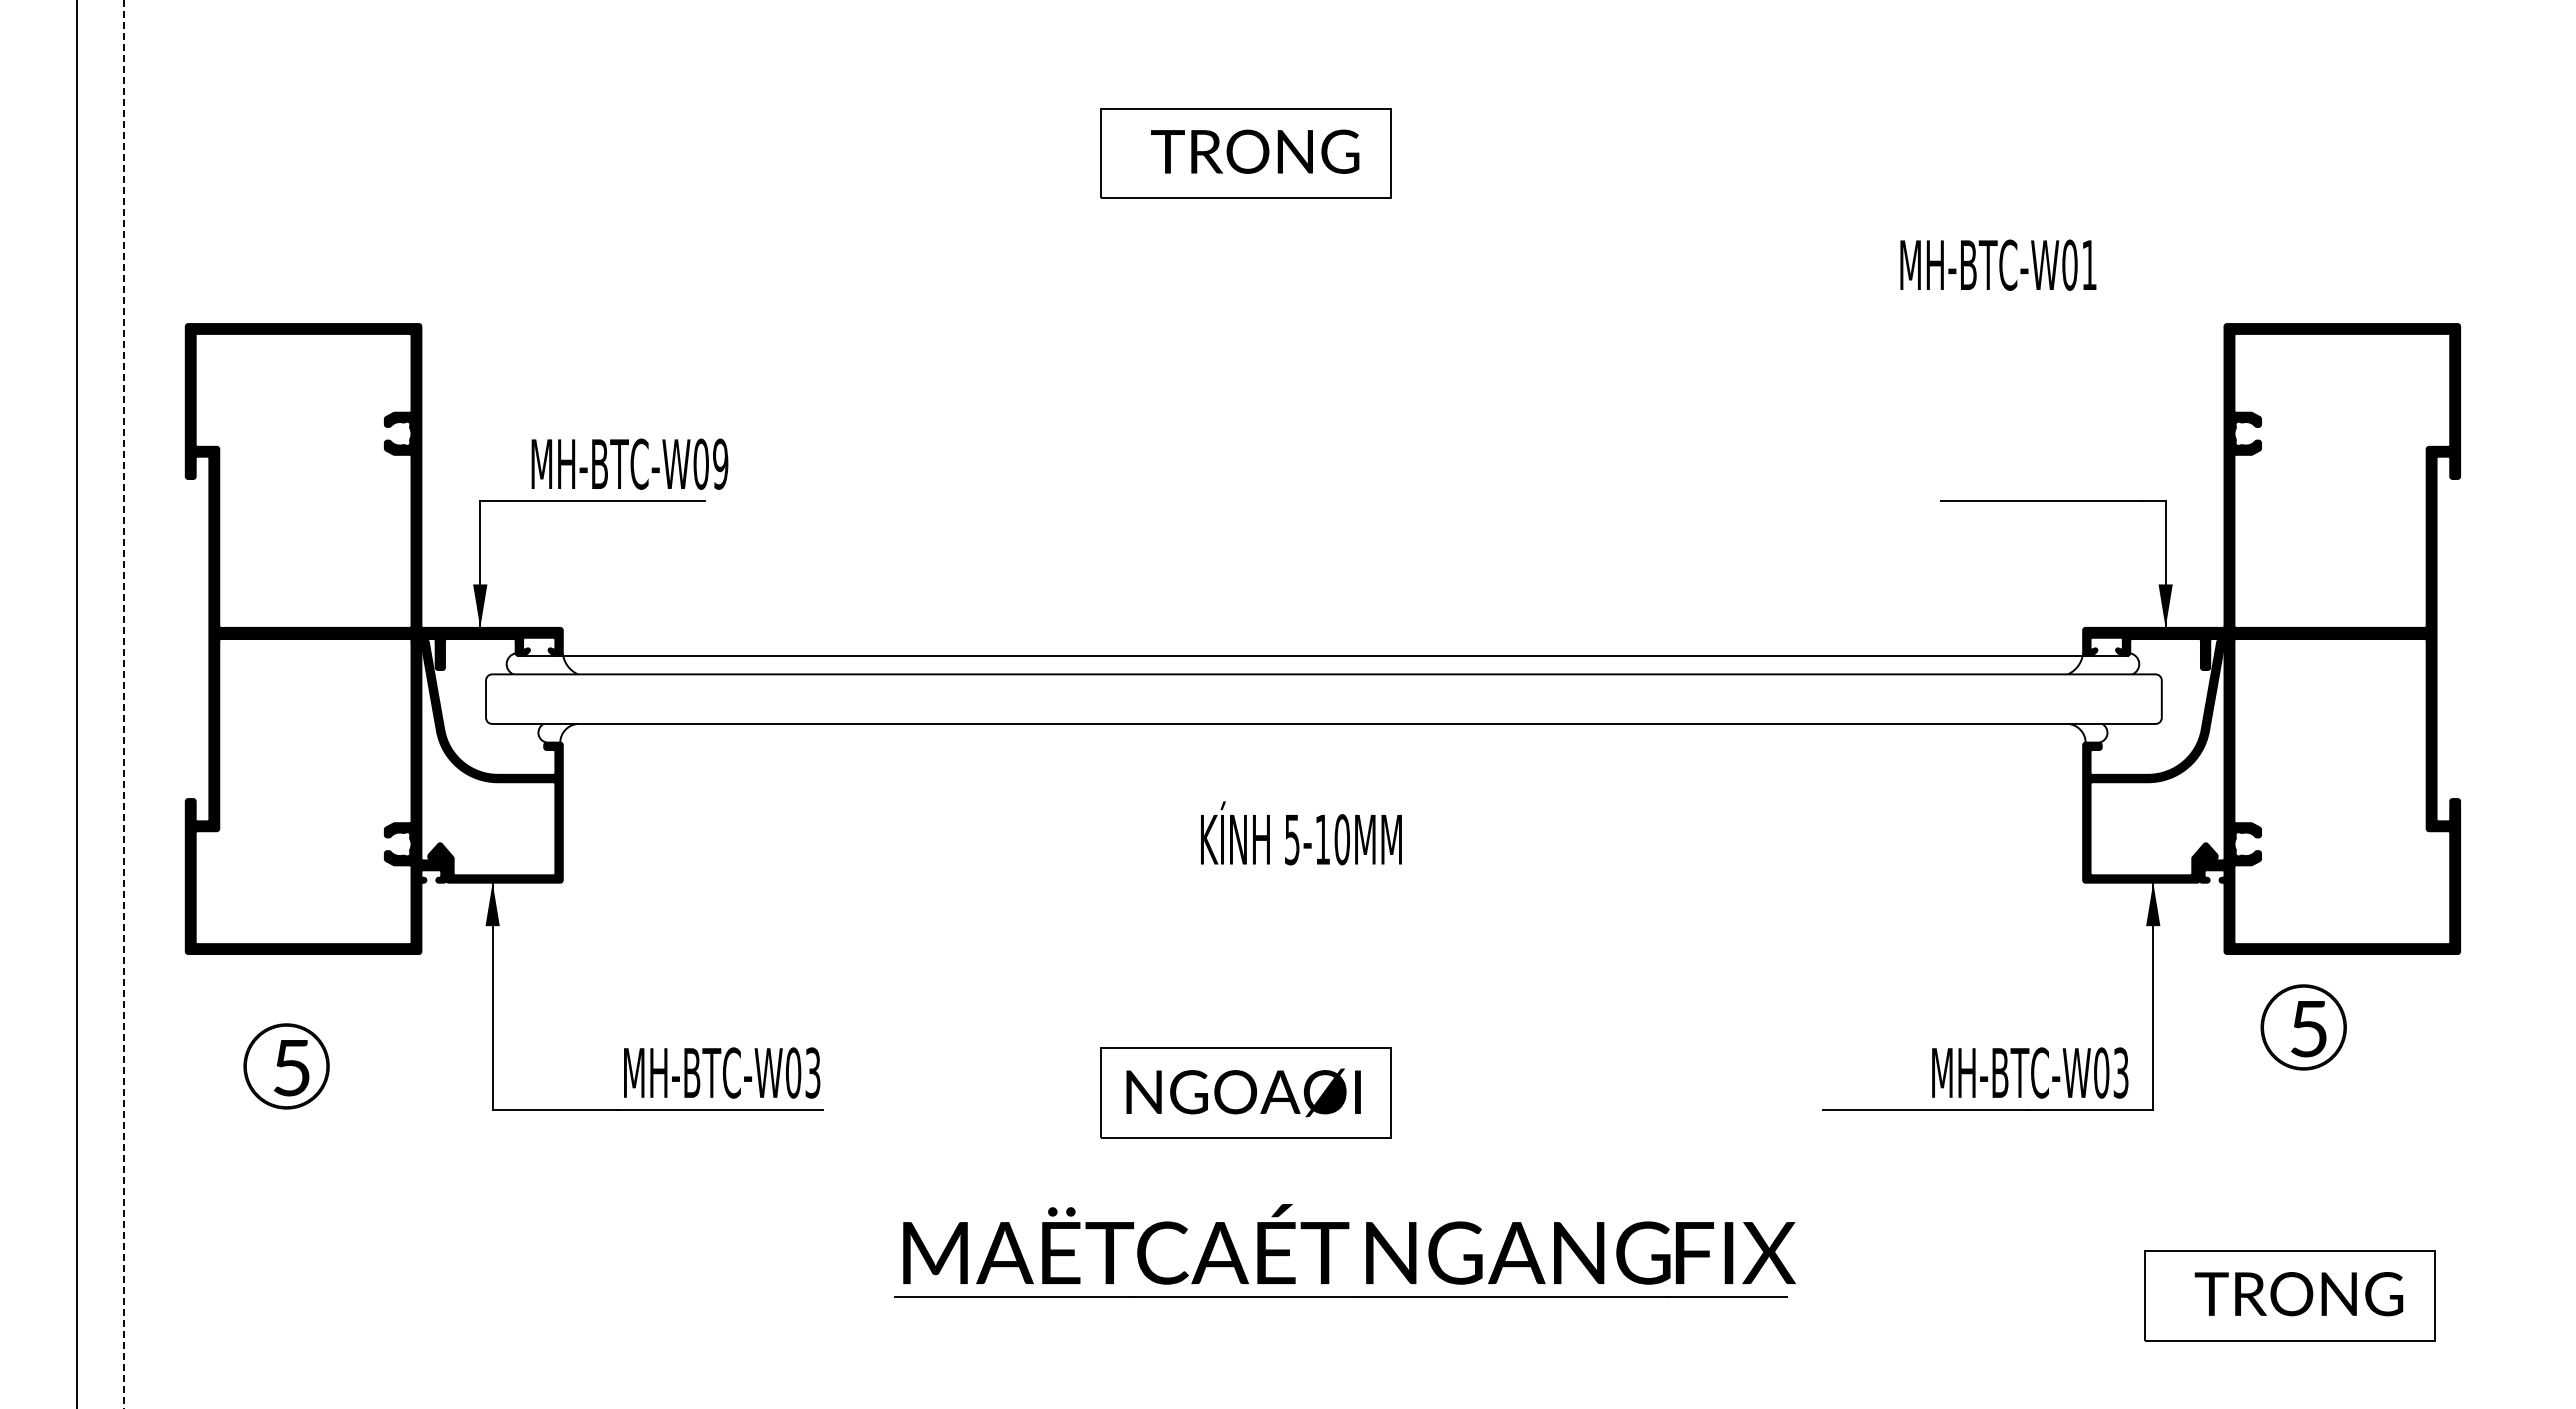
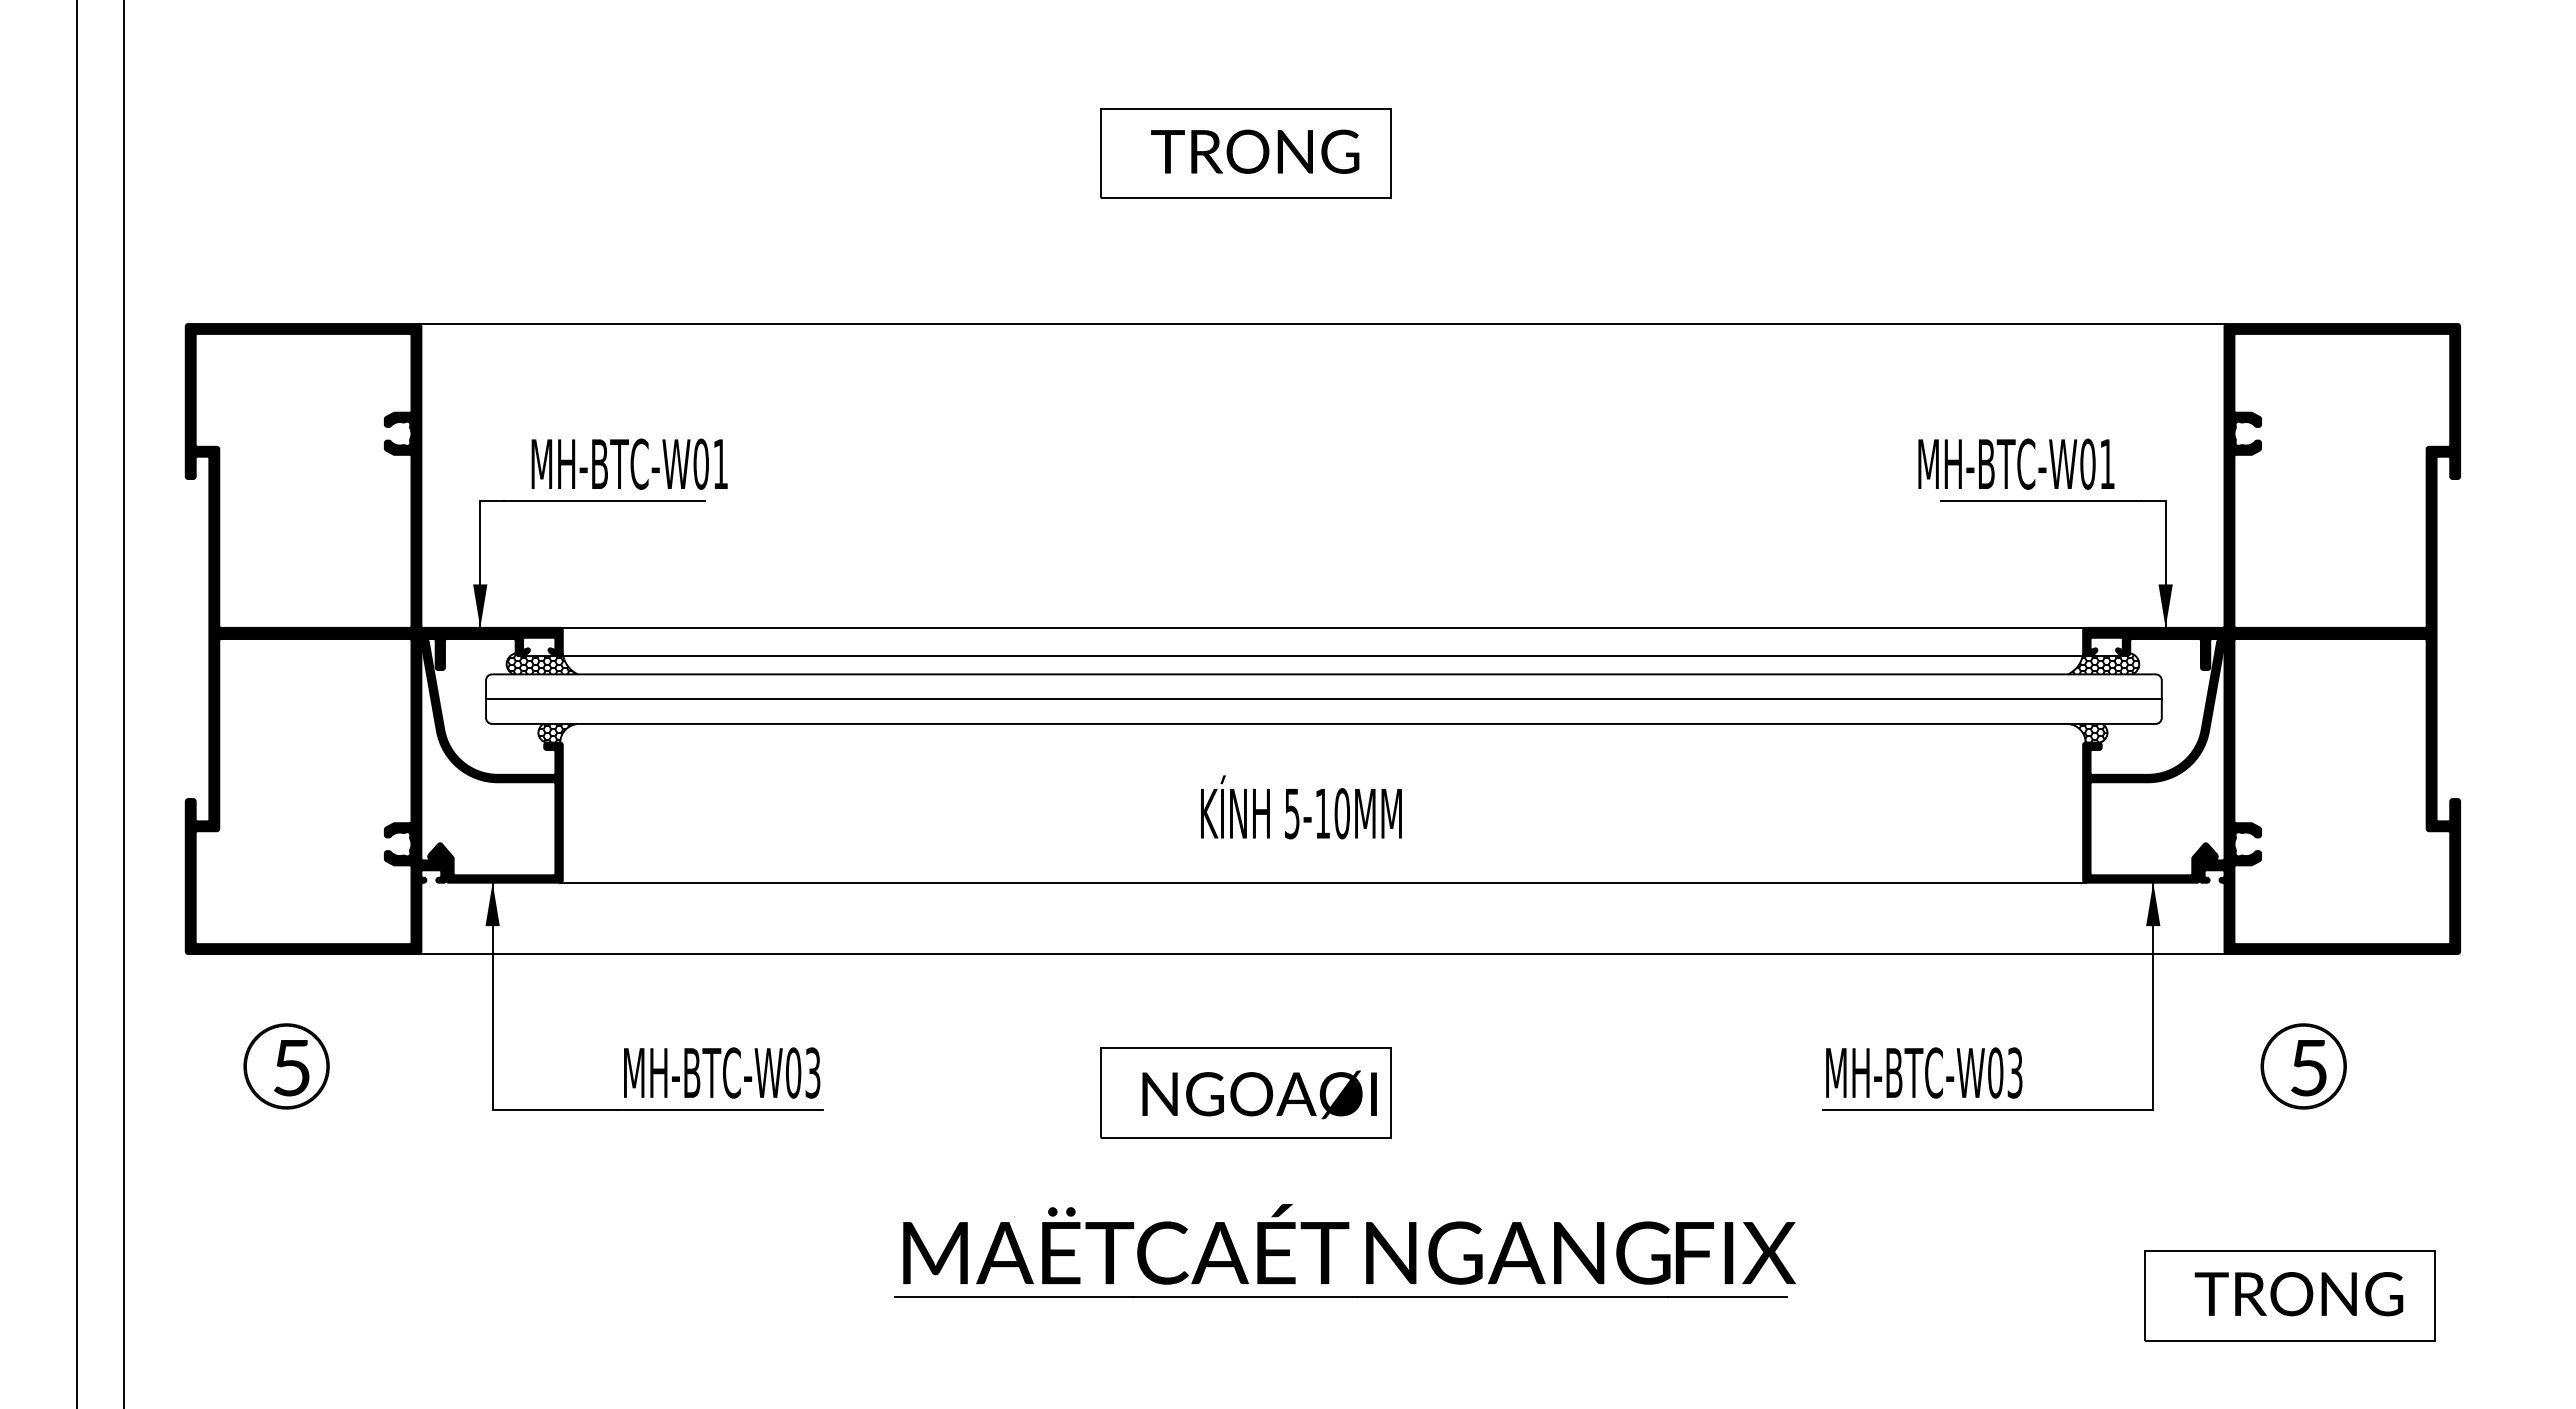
text at (1998, 264) position: (1998, 264) -> (2016, 463)
line at (1322, 324): none -> present
text at (720, 463): MH-BTC-W09 -> MH-BTC-W01
line at (1322, 627): none -> present
hatch at (540, 663): none -> present
hatch at (2105, 664): none -> present
line at (1323, 699): none -> present
line at (123, 704): dashed -> solid
hatch at (556, 732): none -> present
hatch at (2090, 732): none -> present
text at (1301, 833) position: (1301, 833) -> (1301, 807)
line at (1322, 882): none -> present
line at (1322, 954): none -> present
part at (2303, 1027) position: (2303, 1027) -> (2303, 1066)
text at (2030, 1072) position: (2030, 1072) -> (1924, 1072)
text at (1243, 1092) position: (1243, 1092) -> (1259, 1094)
